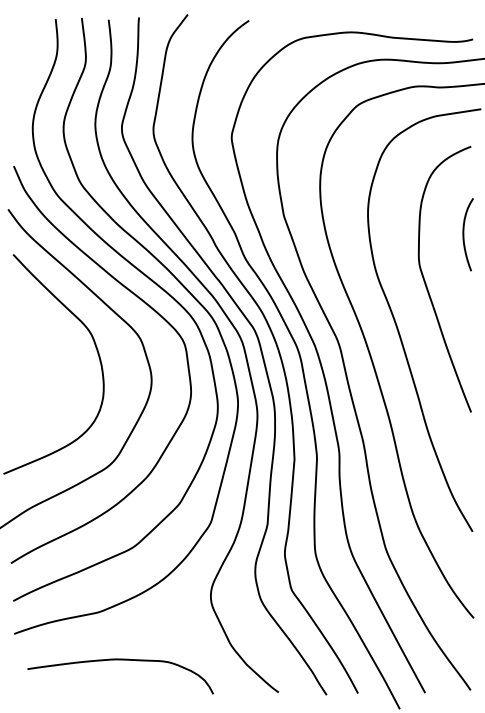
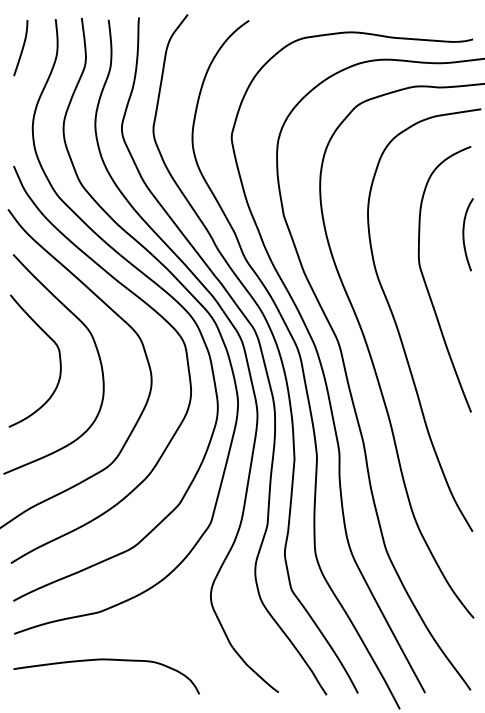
curve at (21, 48): none -> present
curve at (58, 353): none -> present
curve at (120, 660) position: (120, 660) -> (106, 660)
